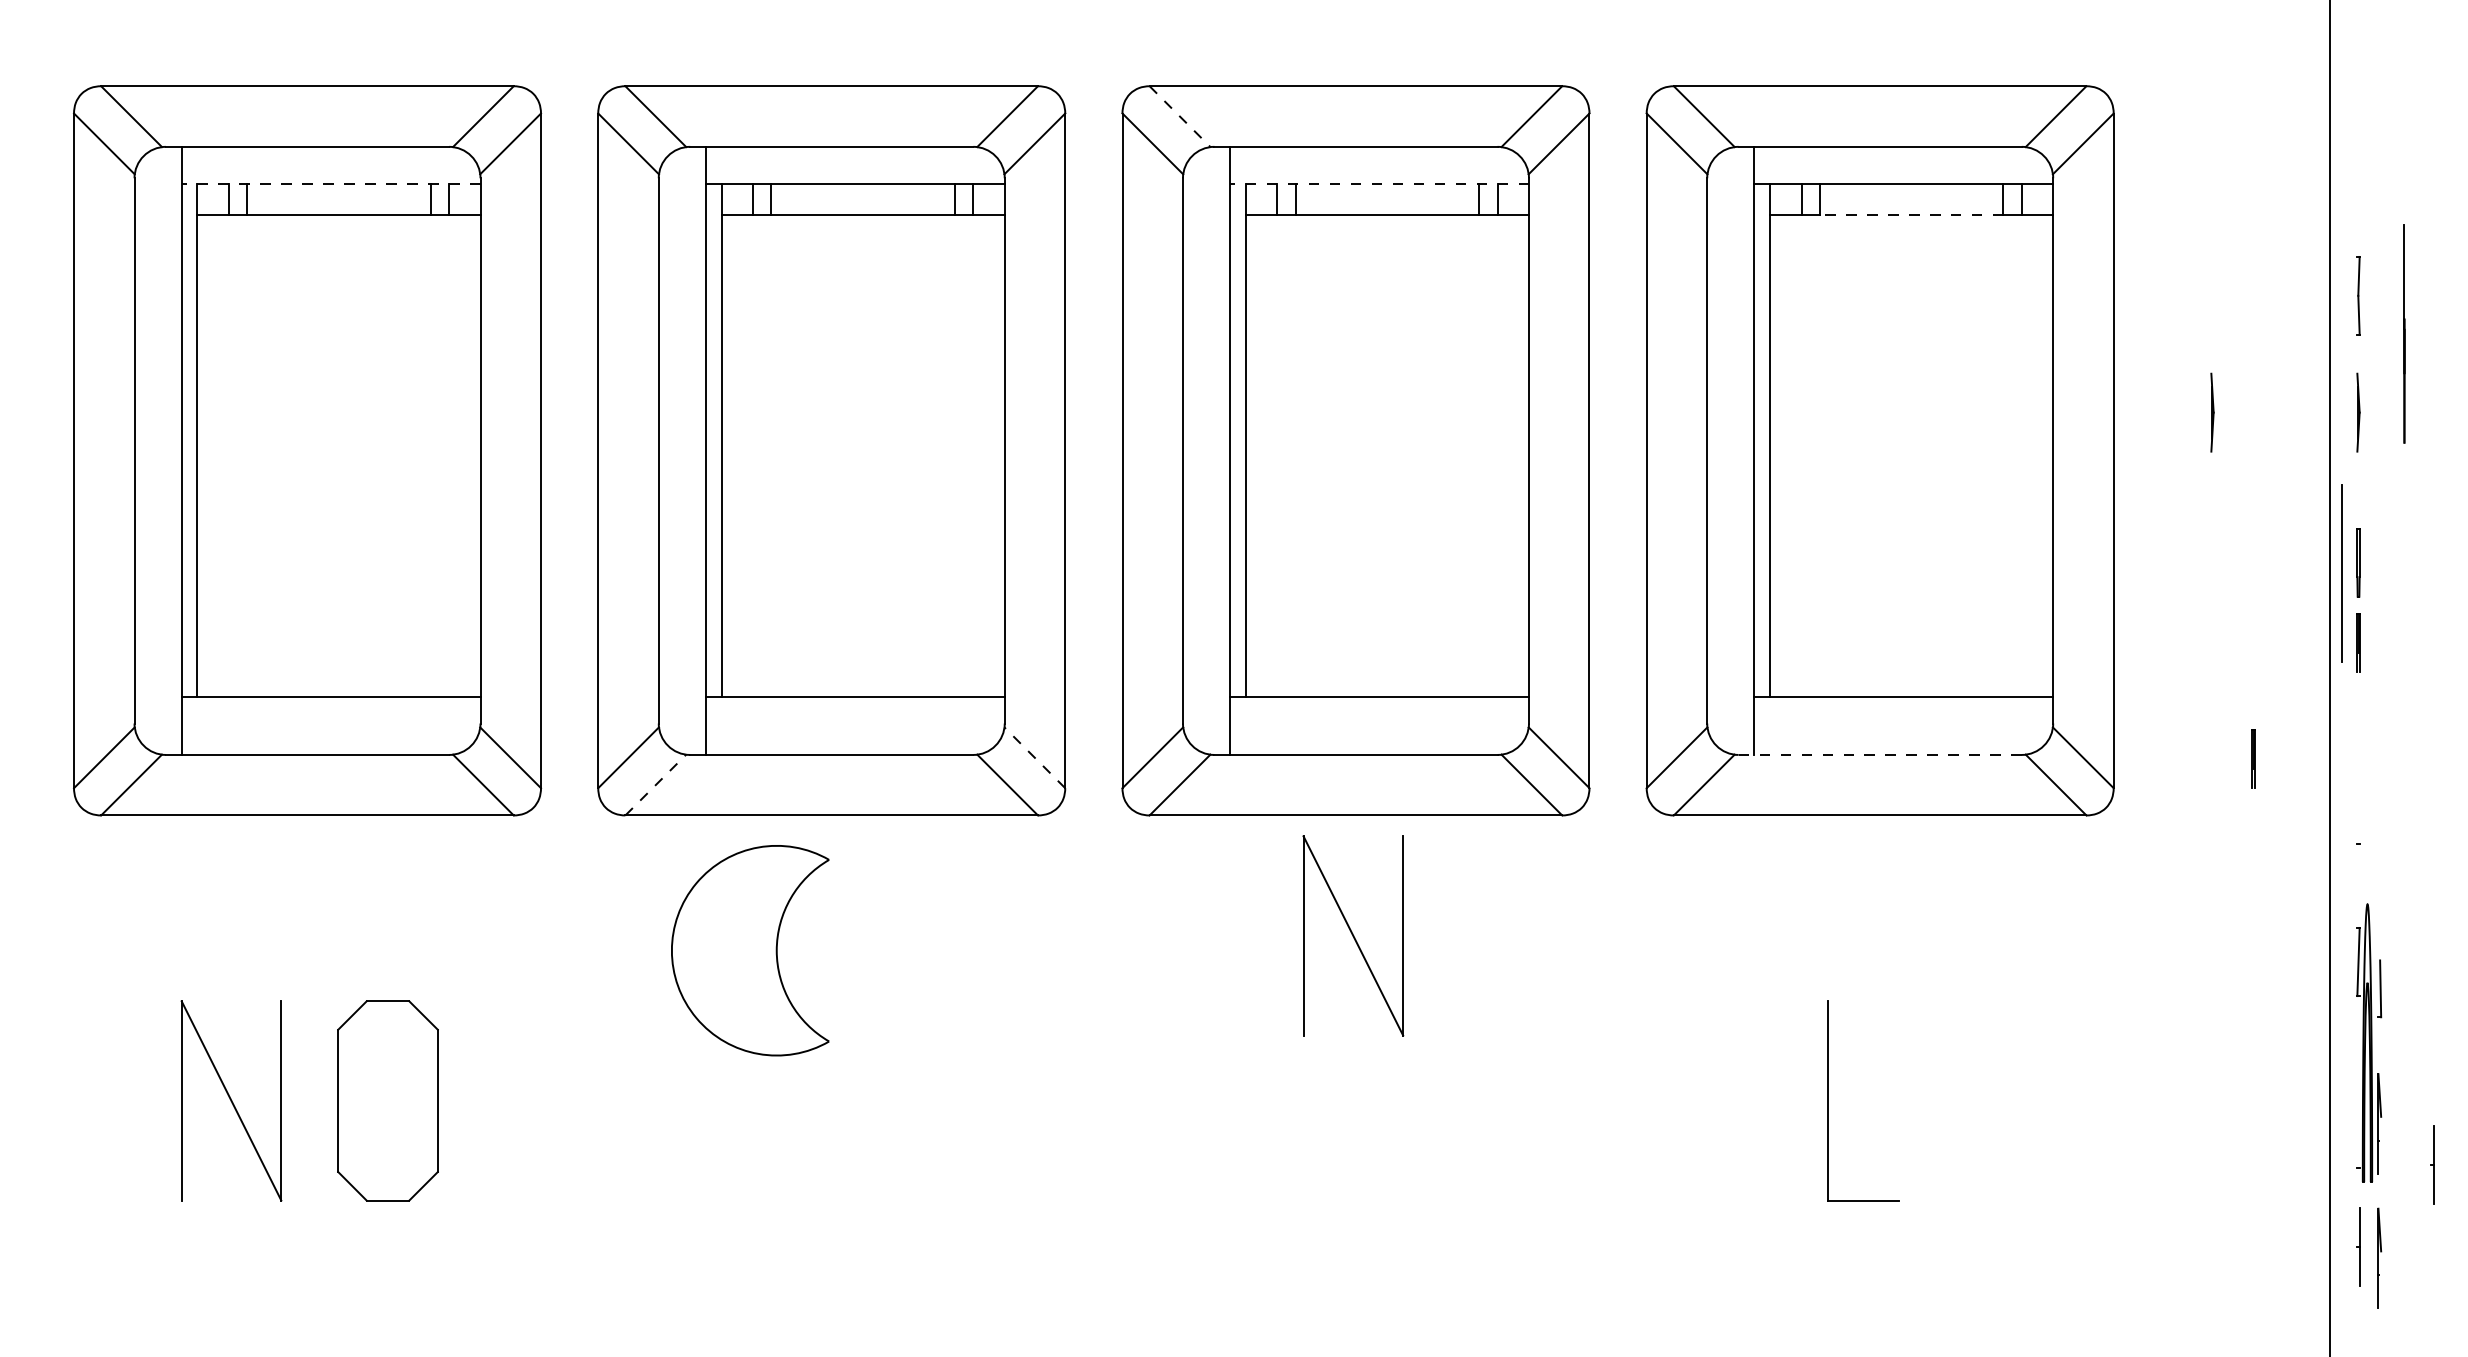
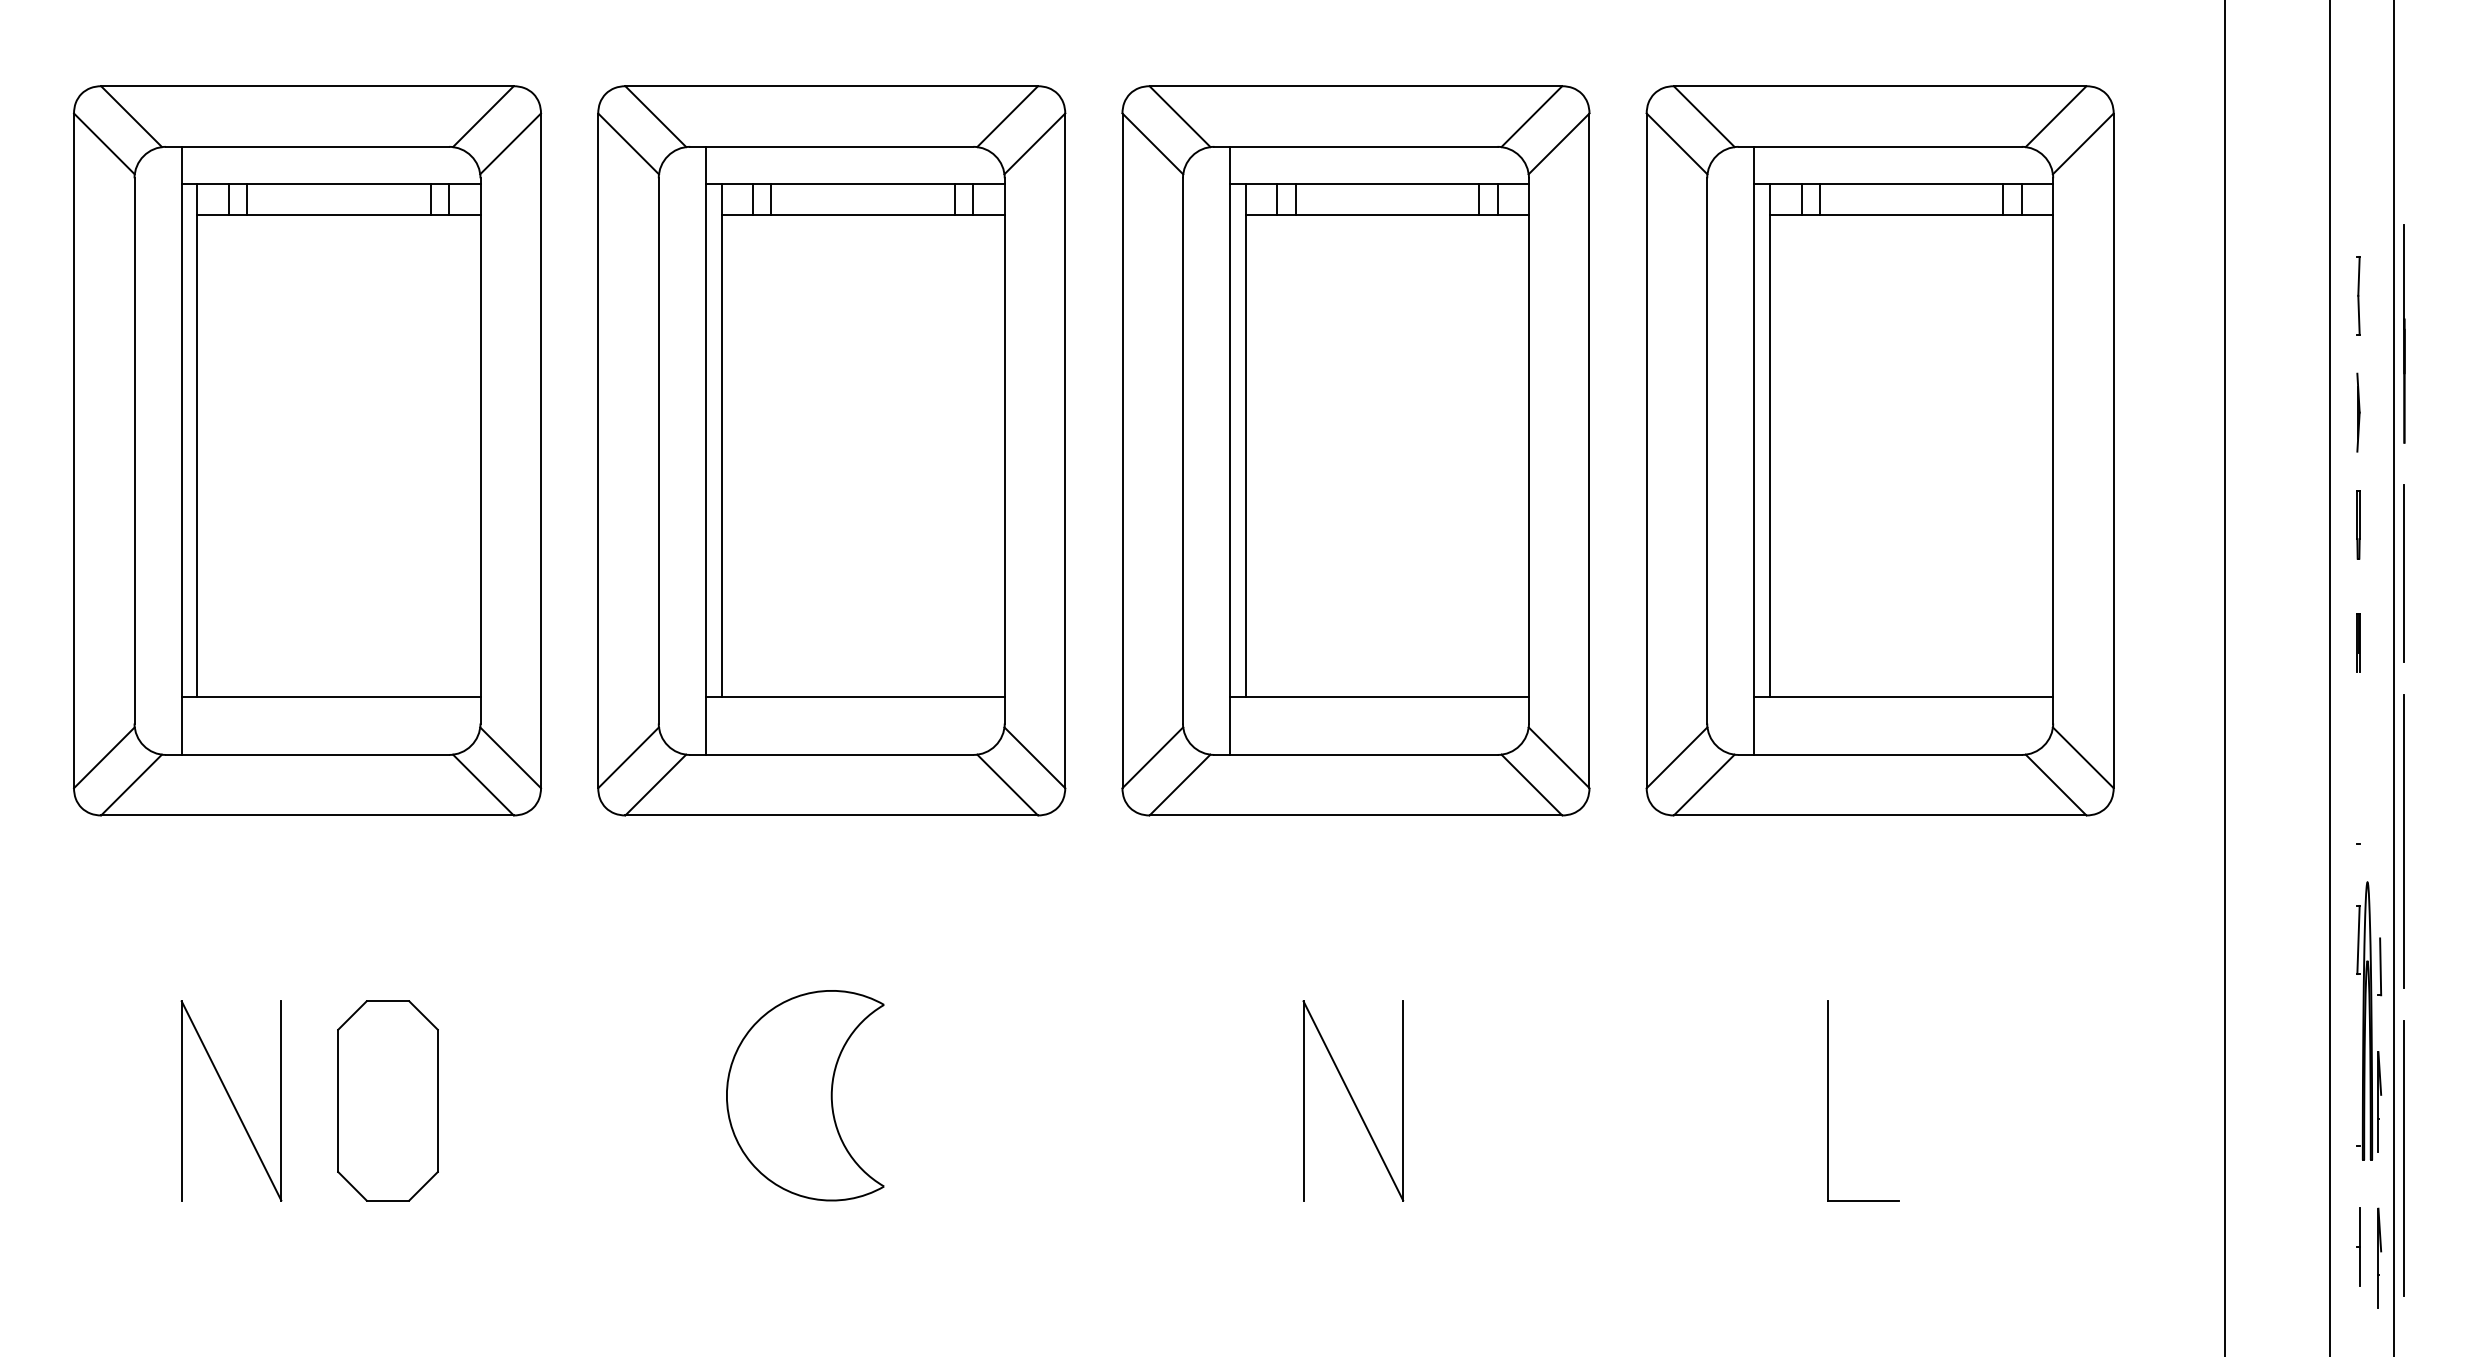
line at (1180, 116): dashed -> solid
line at (330, 183): dashed -> solid
line at (1379, 183): dashed -> solid
line at (1911, 215): dashed -> solid
line at (2212, 412): present -> none
line at (2357, 562) position: (2357, 562) -> (2357, 524)
line at (2341, 573) position: (2341, 573) -> (2403, 573)
line at (2225, 677): none -> present
line at (2393, 677): none -> present
line at (1880, 754): dashed -> solid
line at (1034, 757): dashed -> solid
line at (2253, 758): present -> none
line at (655, 785): dashed -> solid
line at (2404, 841): none -> present
part at (1353, 935) position: (1353, 935) -> (1353, 1100)
part at (750, 950) position: (750, 950) -> (805, 1095)
part at (2369, 1042) position: (2369, 1042) -> (2369, 1020)
line at (2404, 1158): none -> present
part at (2432, 1164): present -> none
